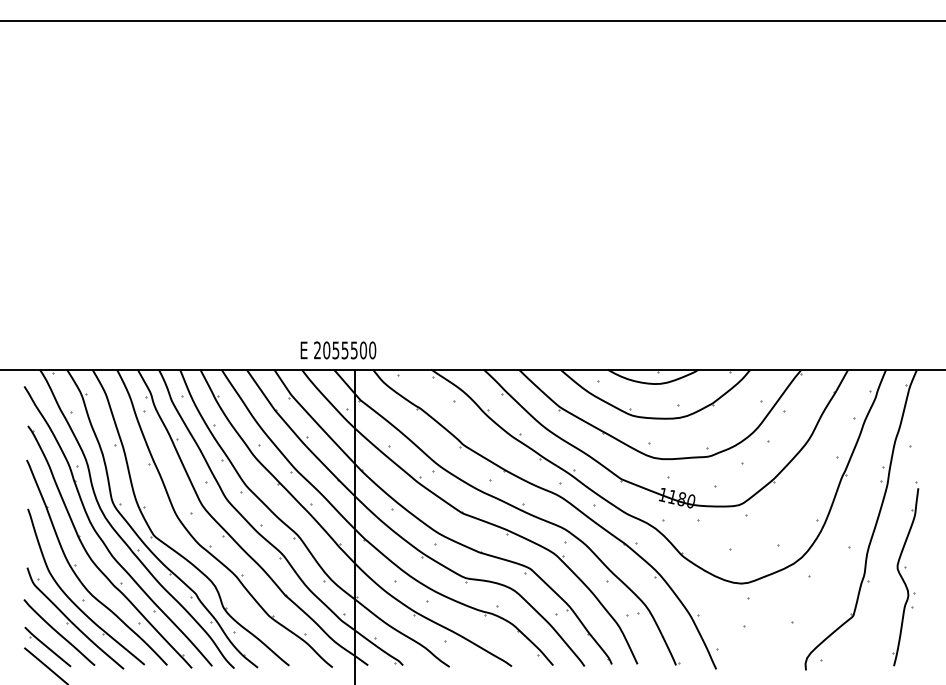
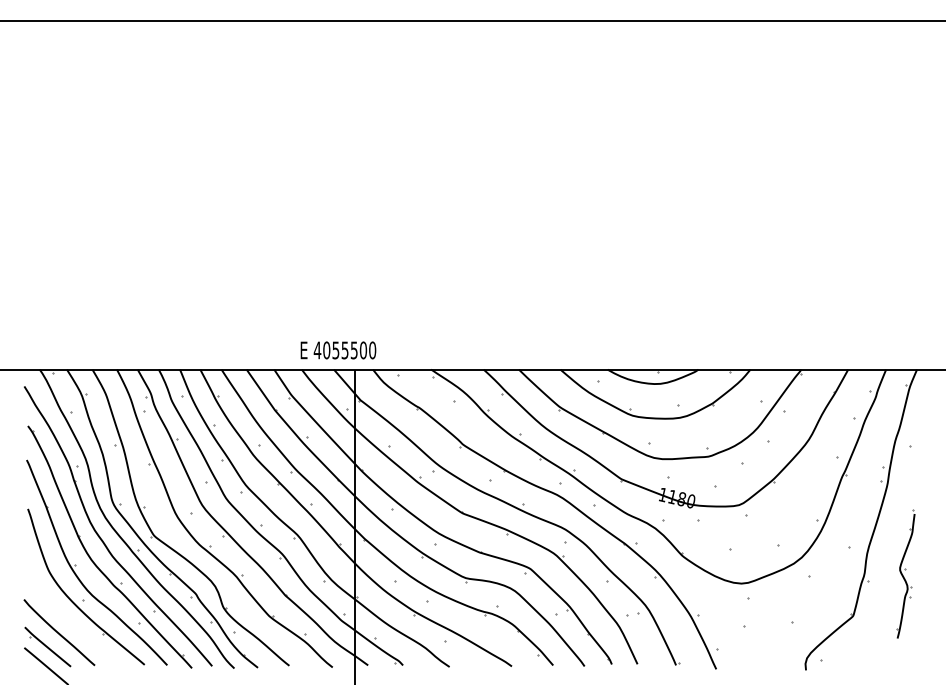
text at (317, 350): 2055500 -> 4055500
part at (905, 573) size: 28x186 px -> 20x130 px
part at (75, 618): present -> none
